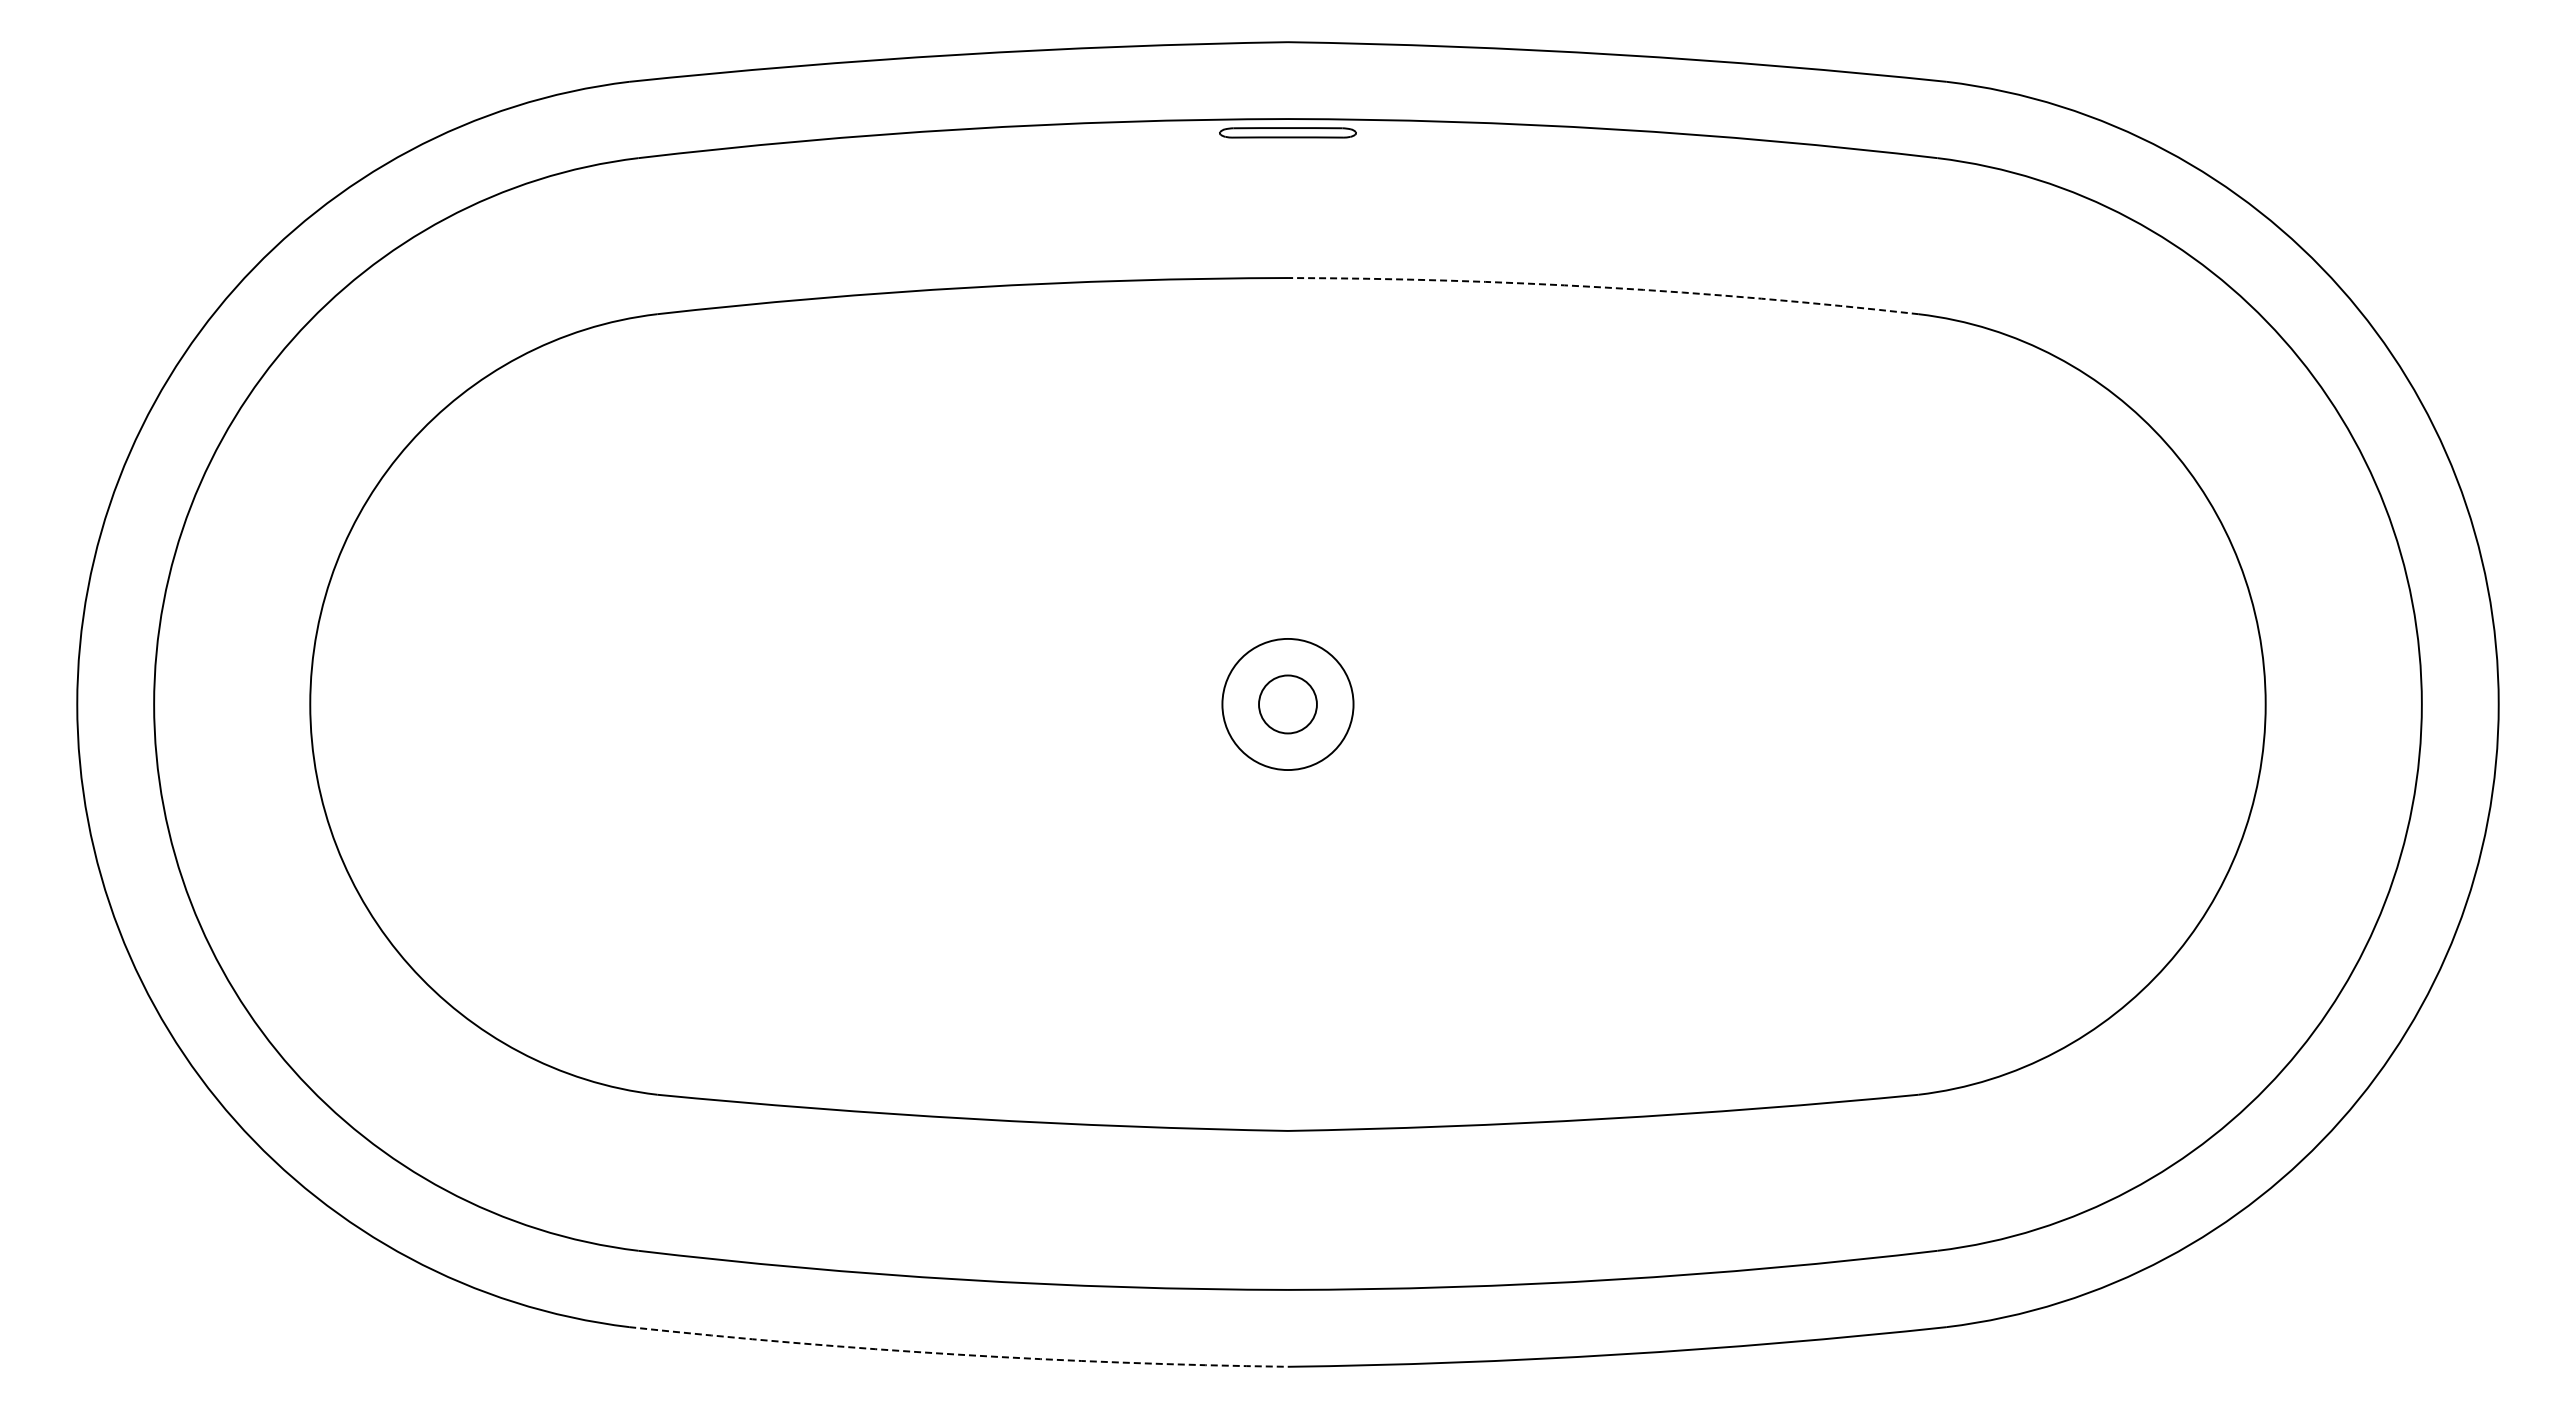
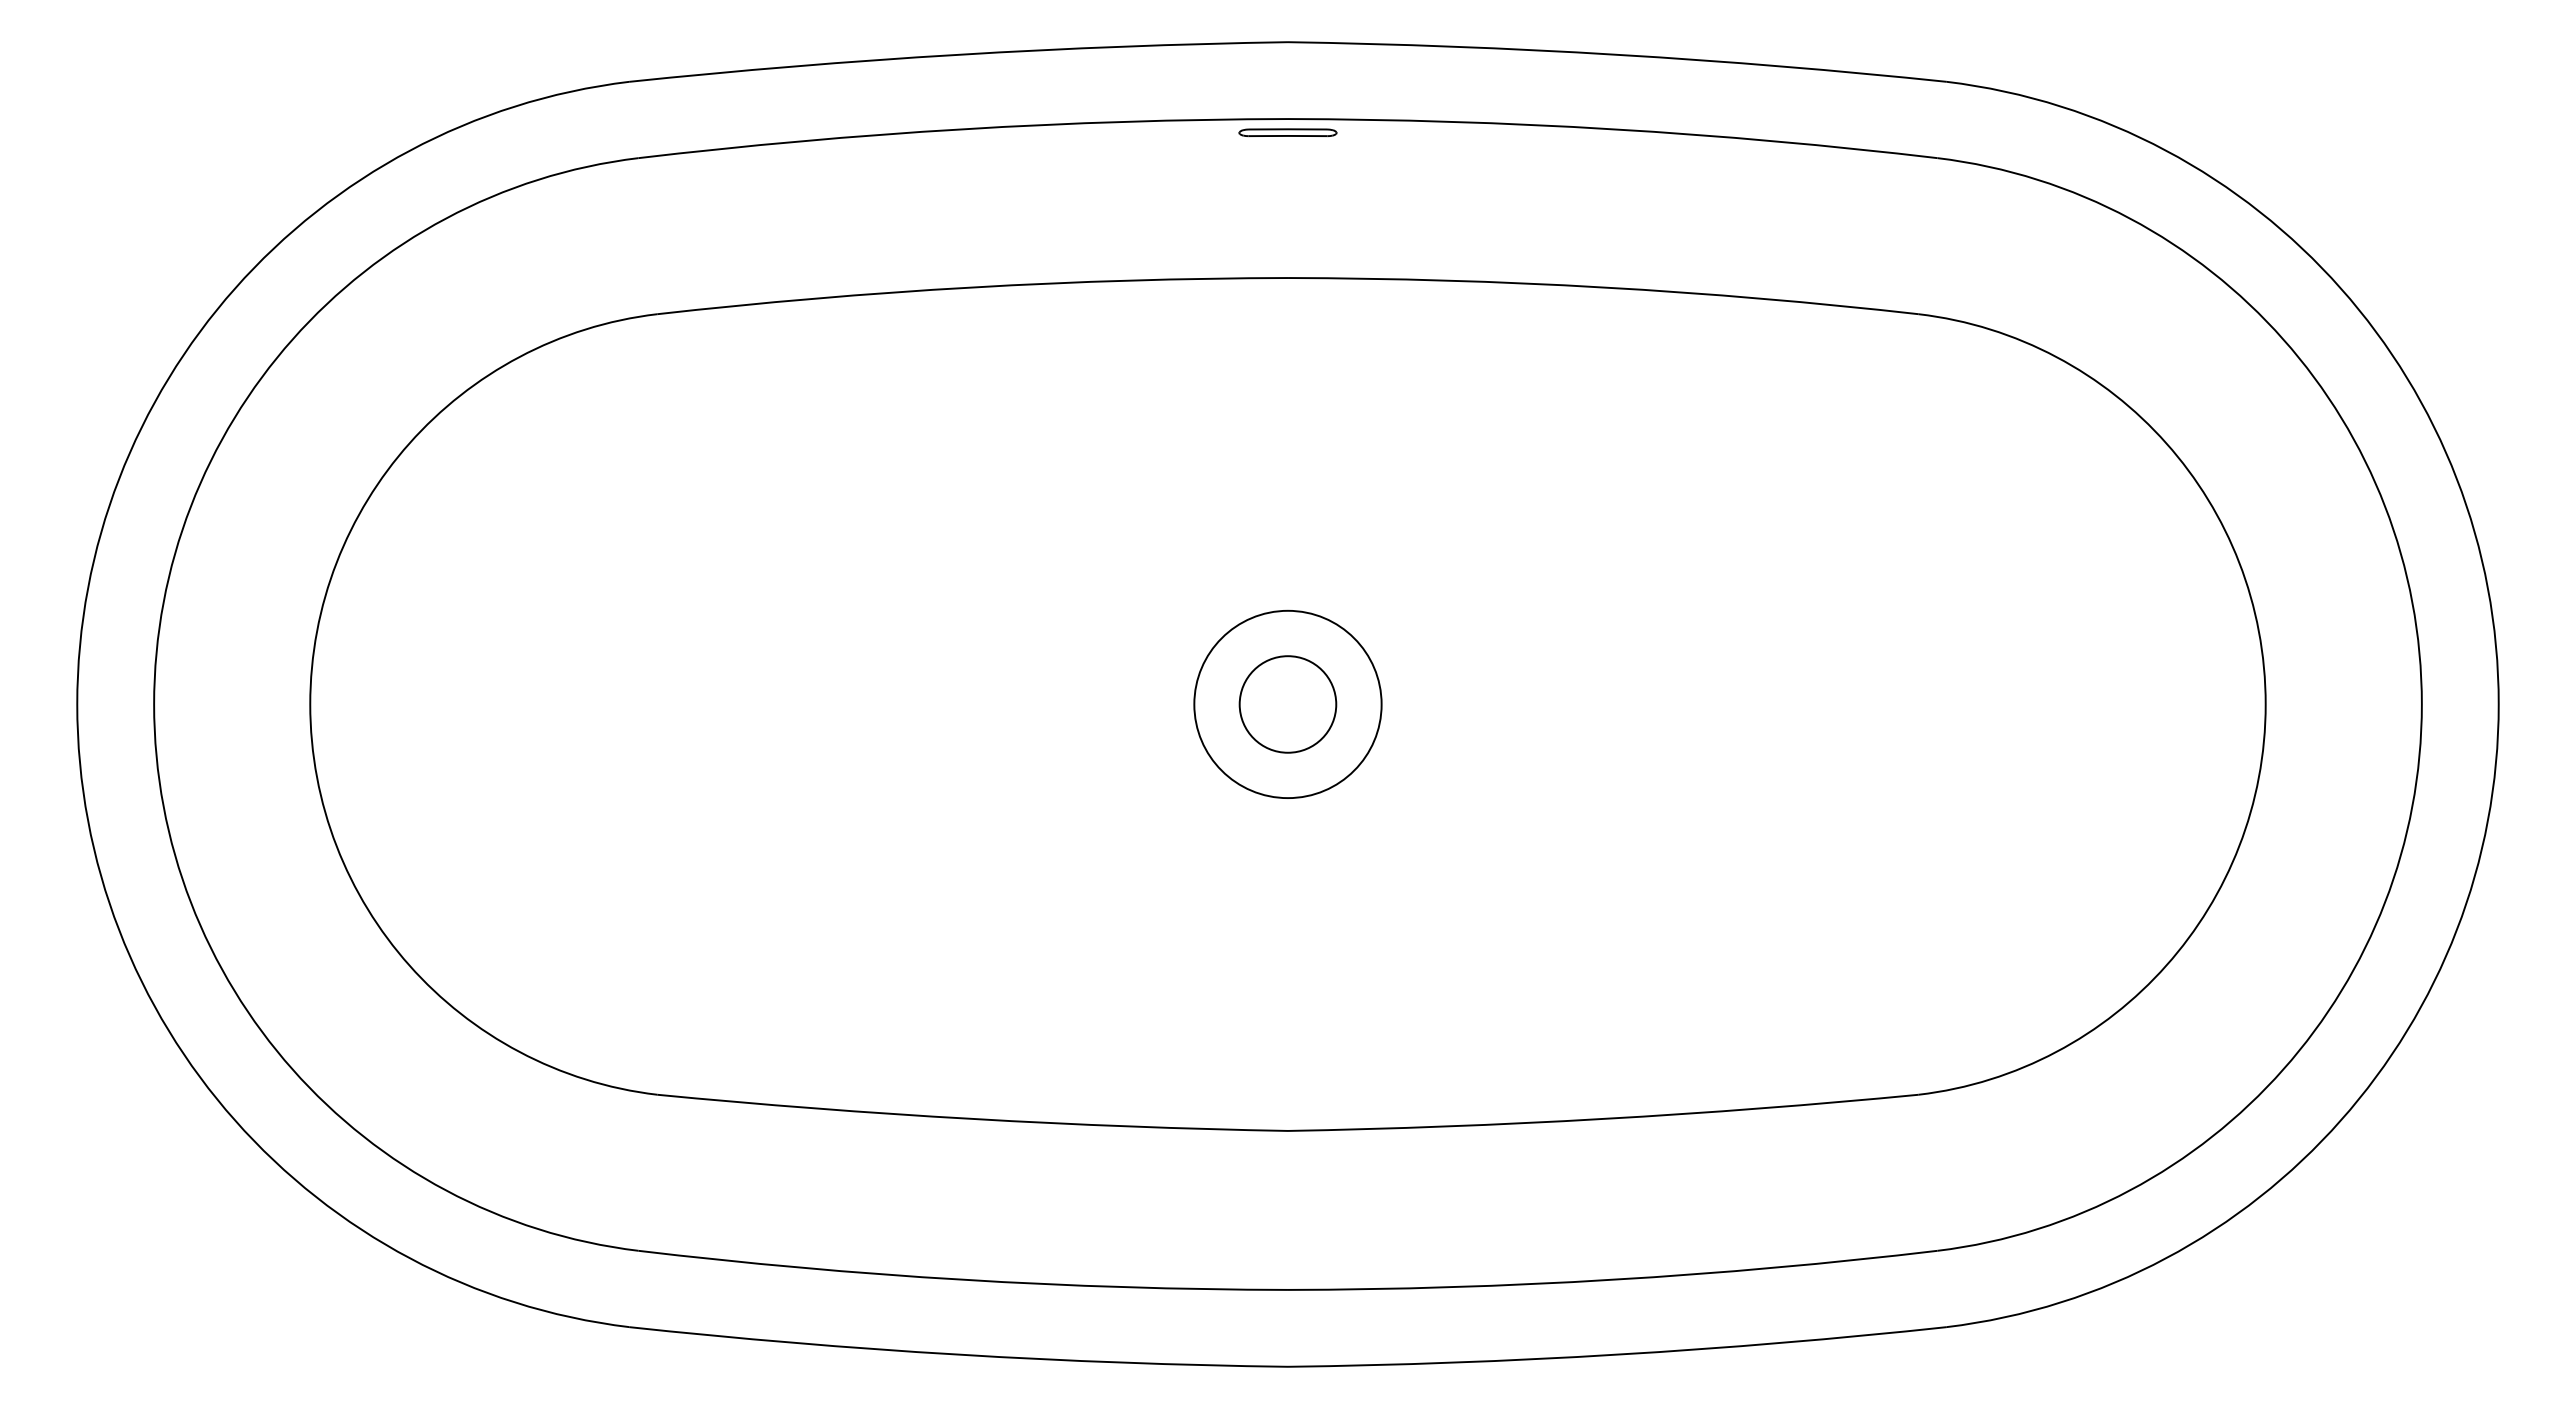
part at (1287, 132) size: 138x12 px -> 100x9 px
arc at (1603, 287): dashed -> solid
circle at (1287, 704) diameter: 131 px -> 187 px
circle at (1287, 704) diameter: 58 px -> 97 px
arc at (958, 1354): dashed -> solid
